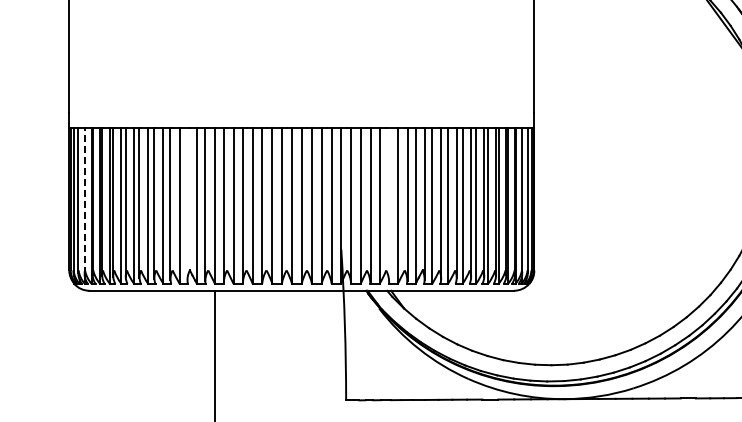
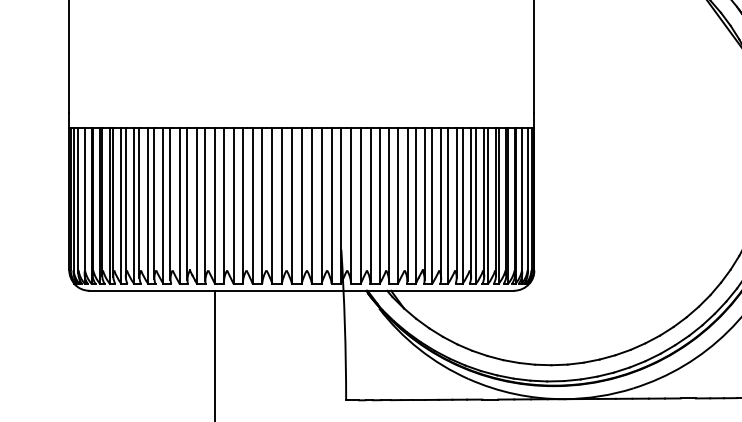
line at (84, 201): dashed -> solid
line at (187, 204): none -> present
line at (389, 204): none -> present
